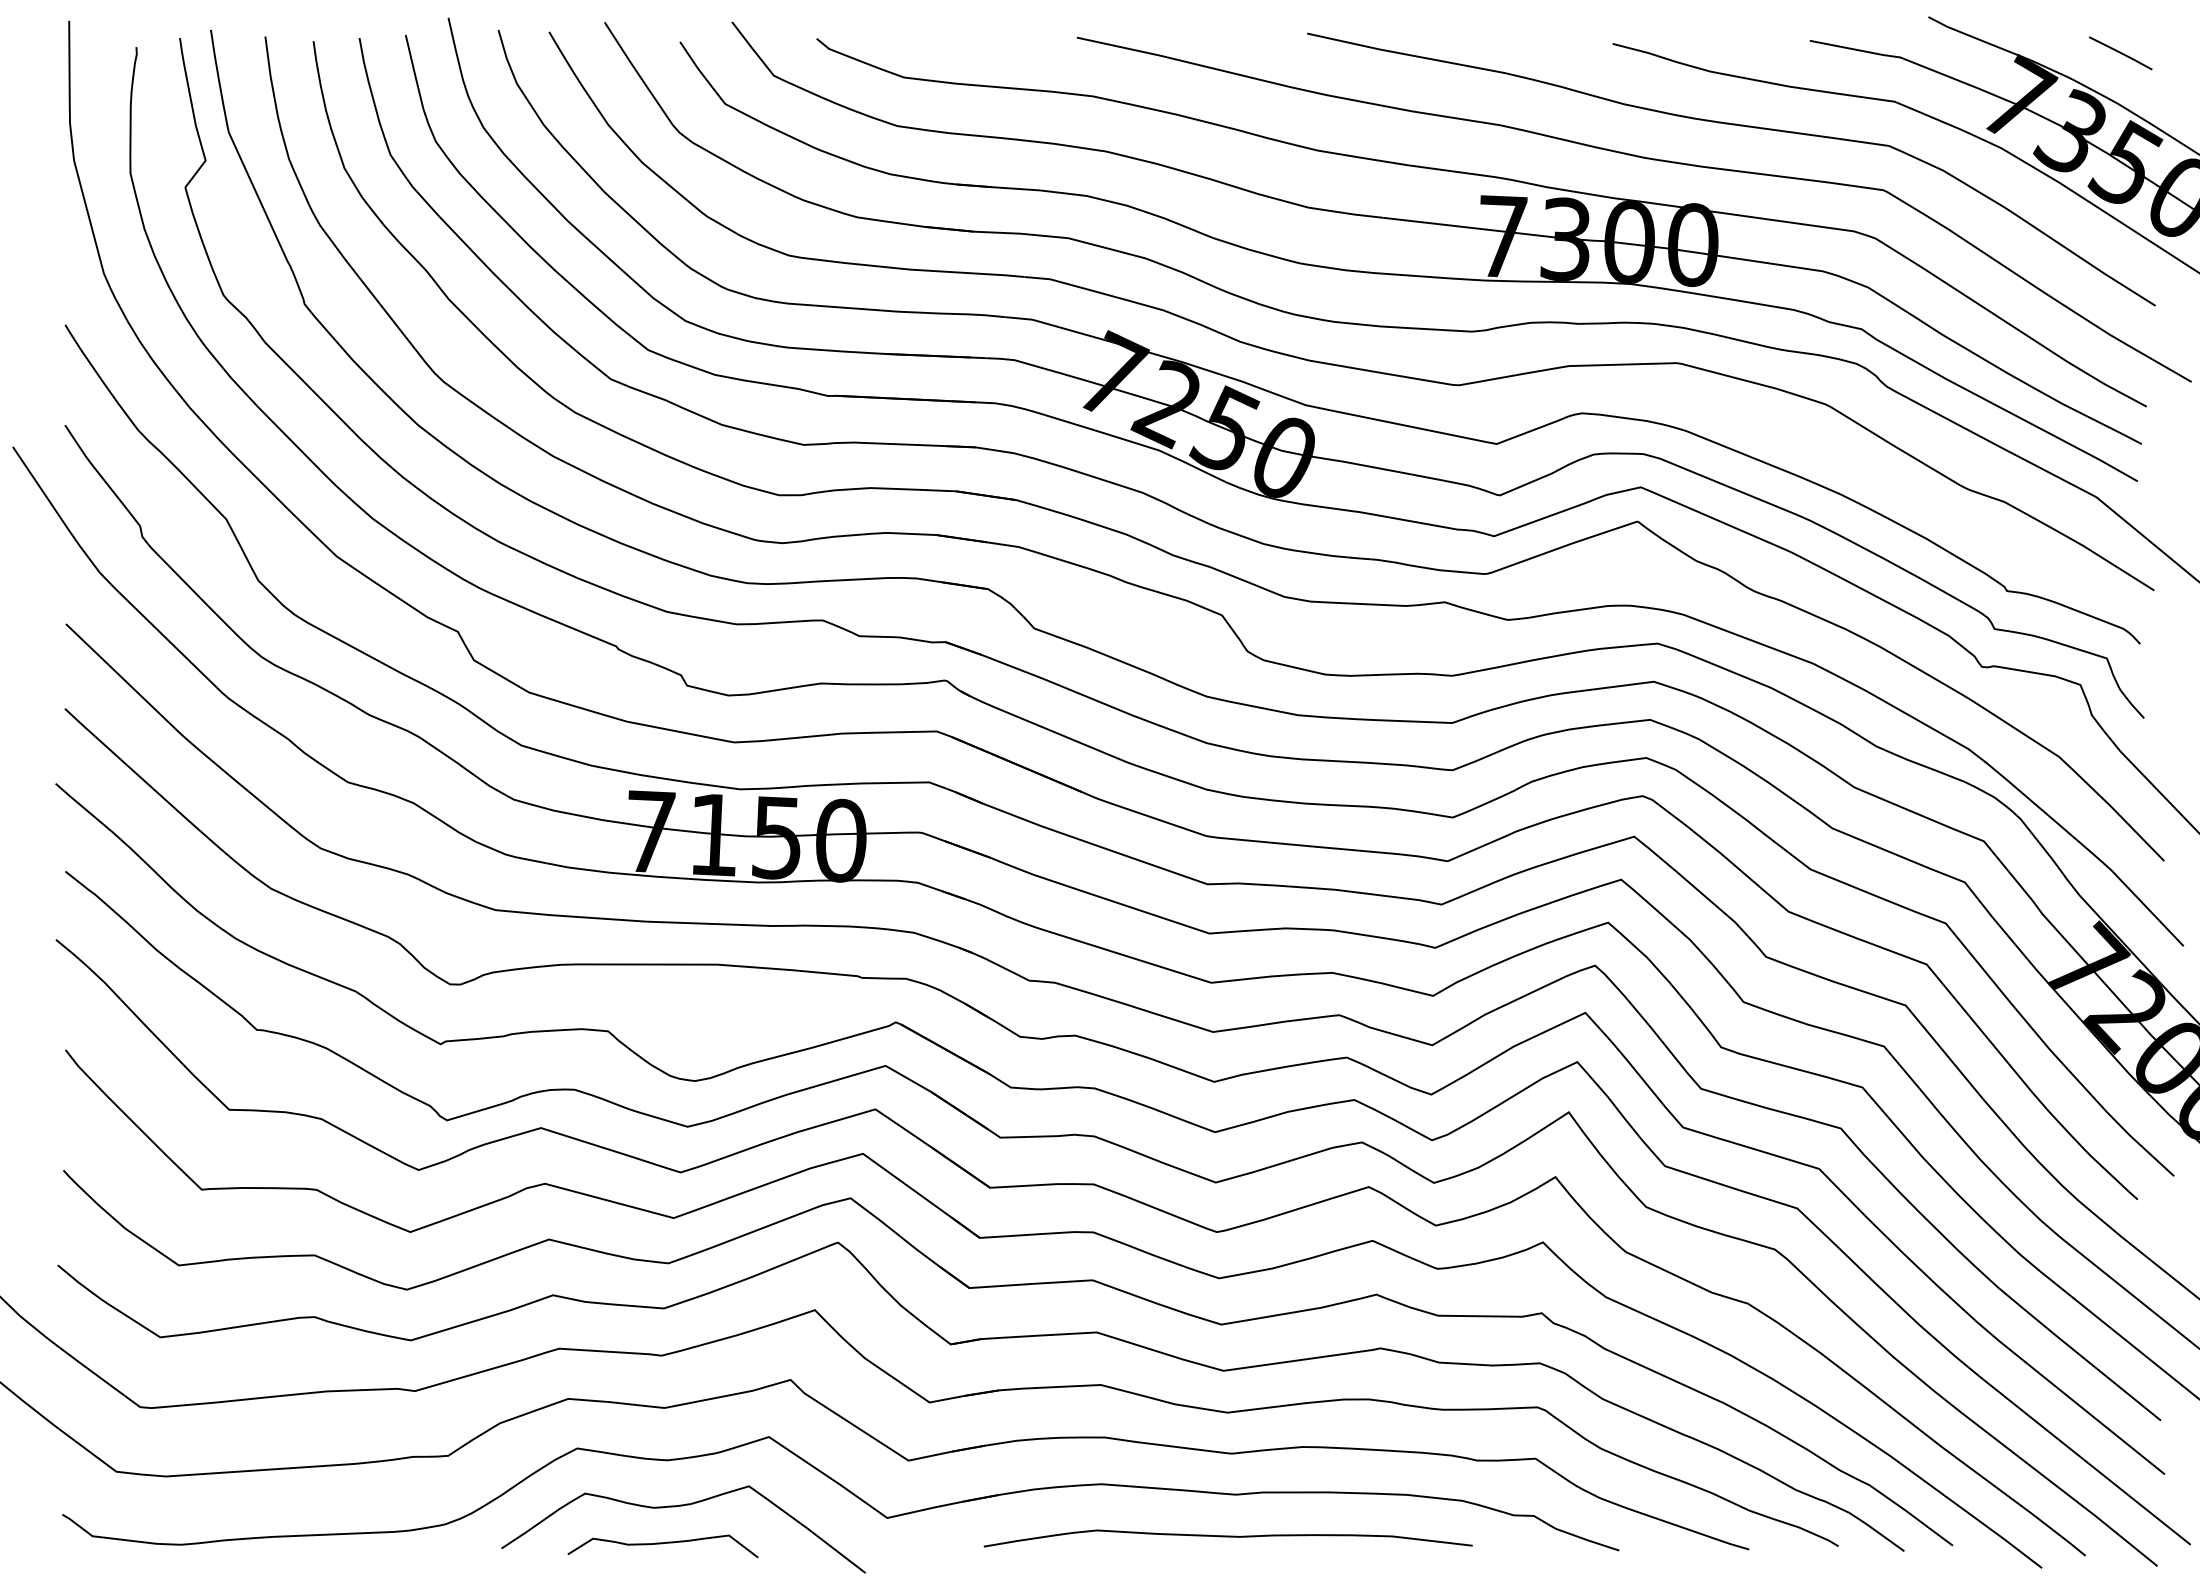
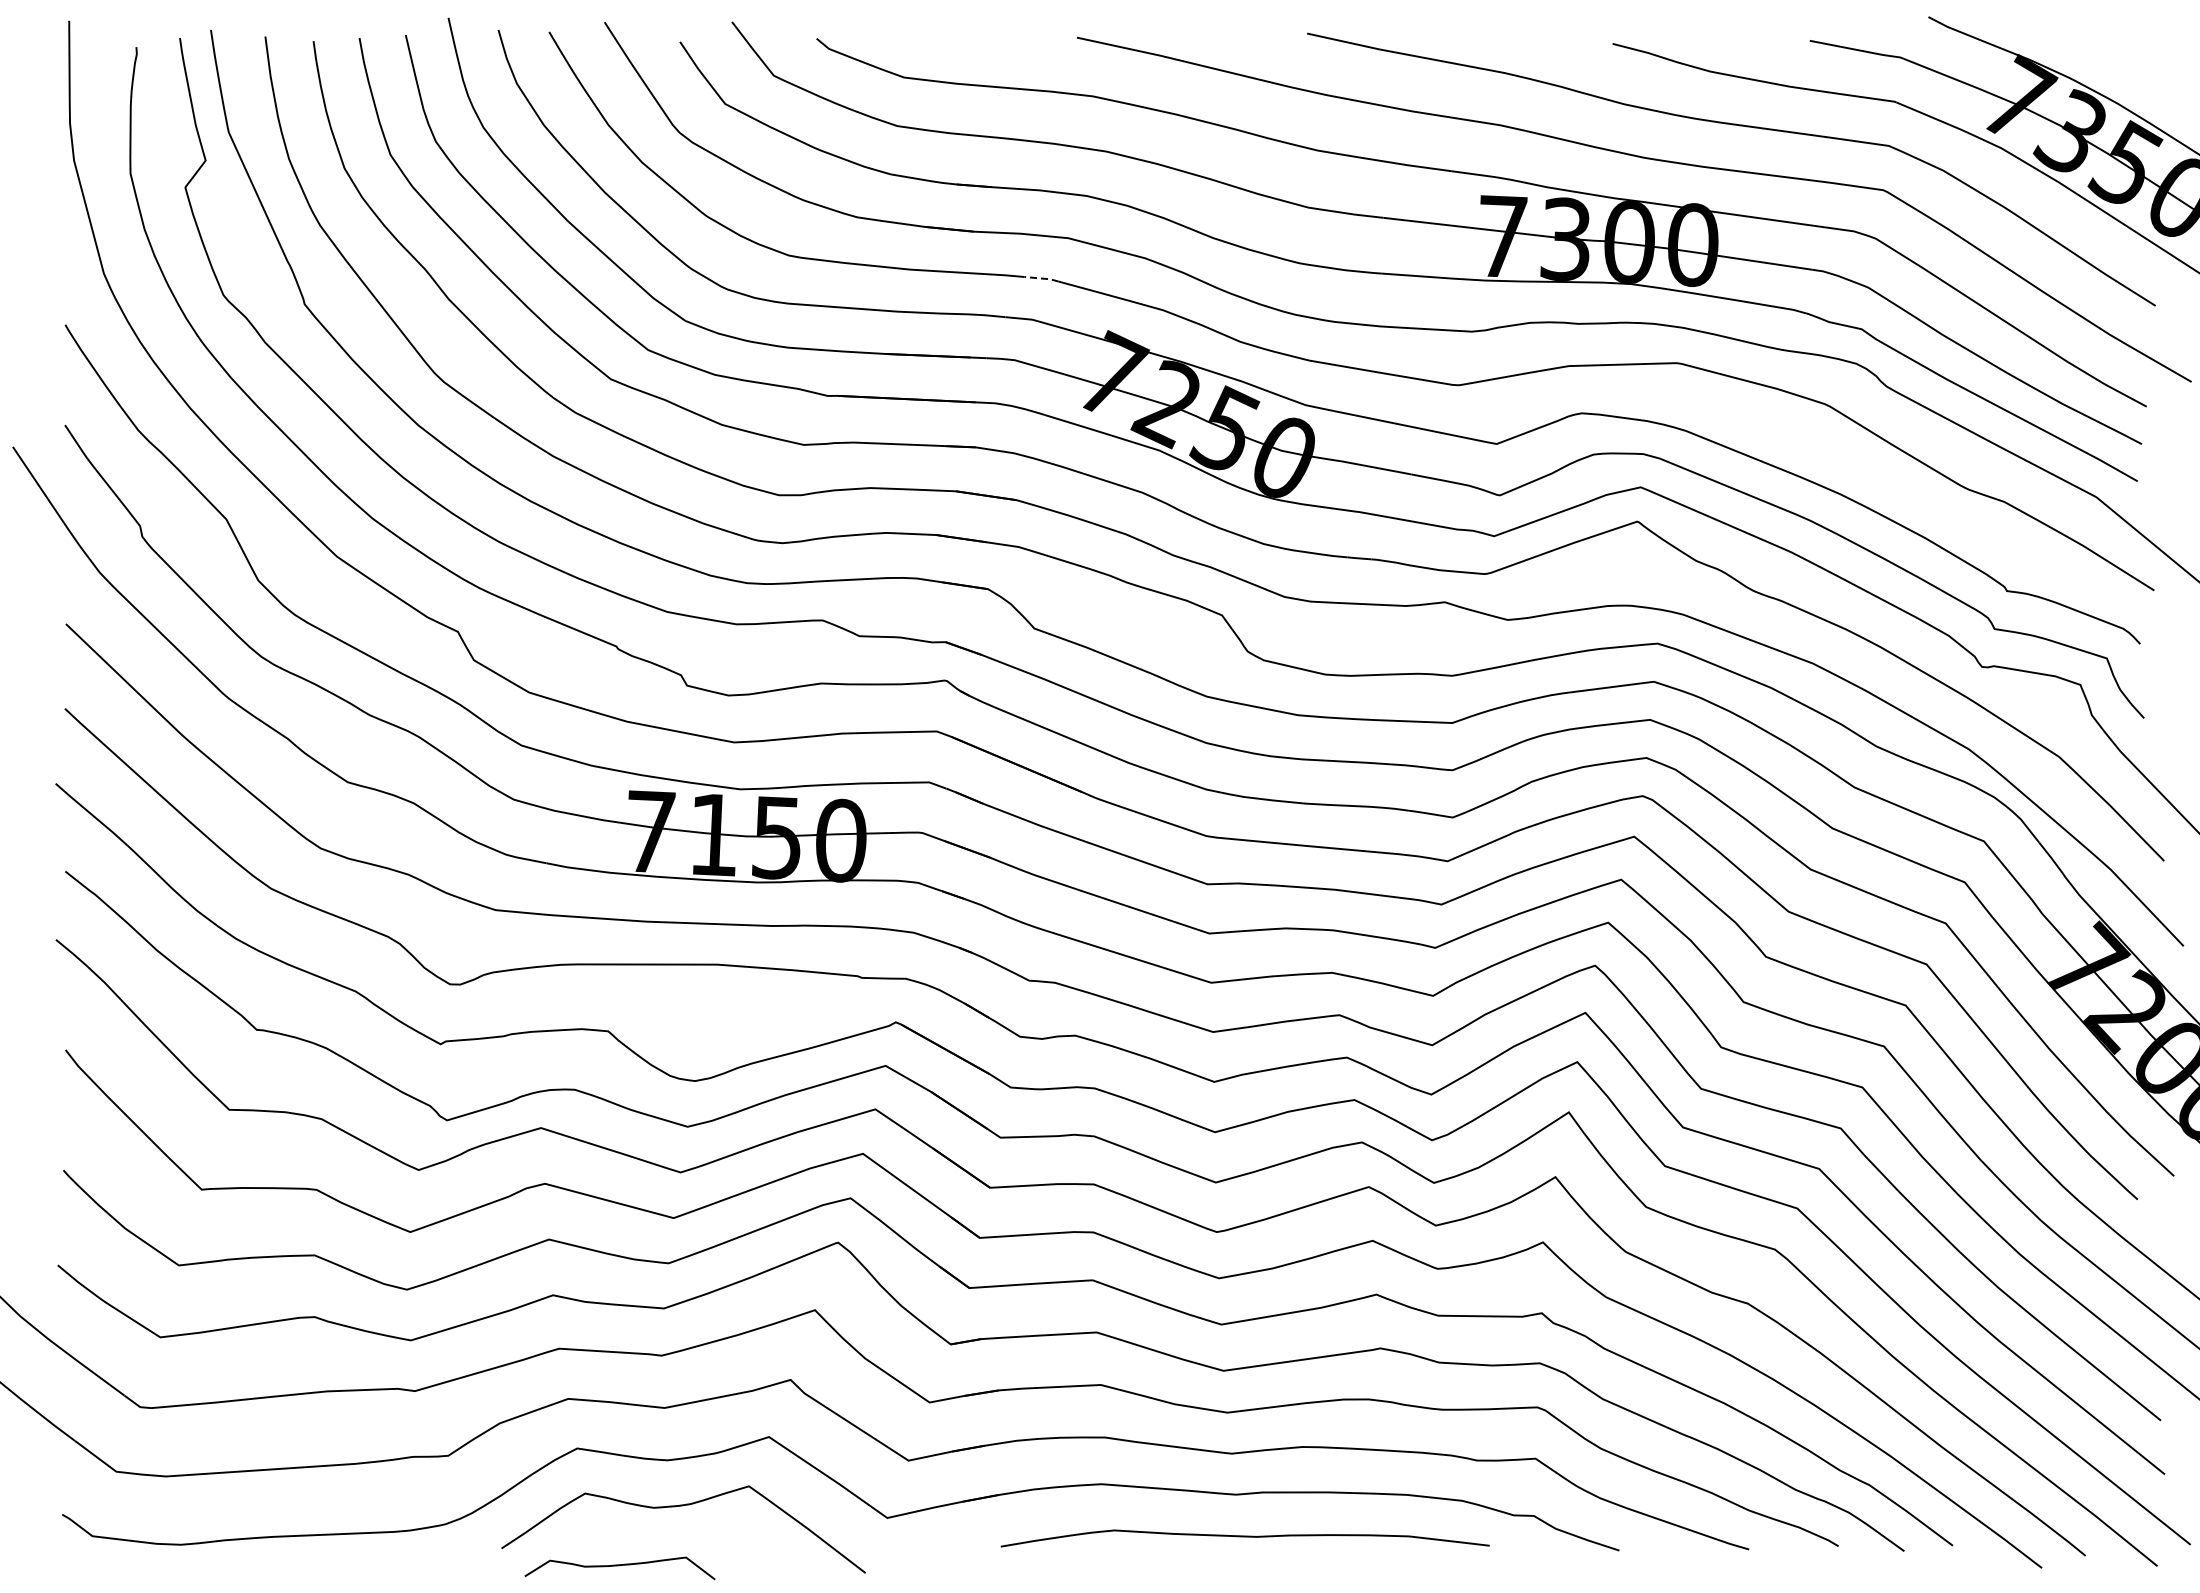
line at (2120, 53): present -> none
line at (1042, 278): solid -> dashed
curve at (1227, 1537) position: (1227, 1537) -> (1244, 1537)
curve at (662, 1544) position: (662, 1544) -> (619, 1566)
